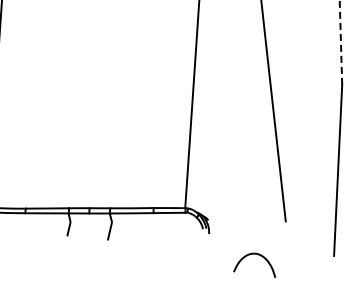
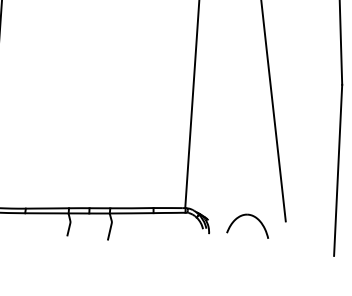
line at (340, 41): dashed -> solid
part at (258, 255) position: (258, 255) -> (251, 216)
